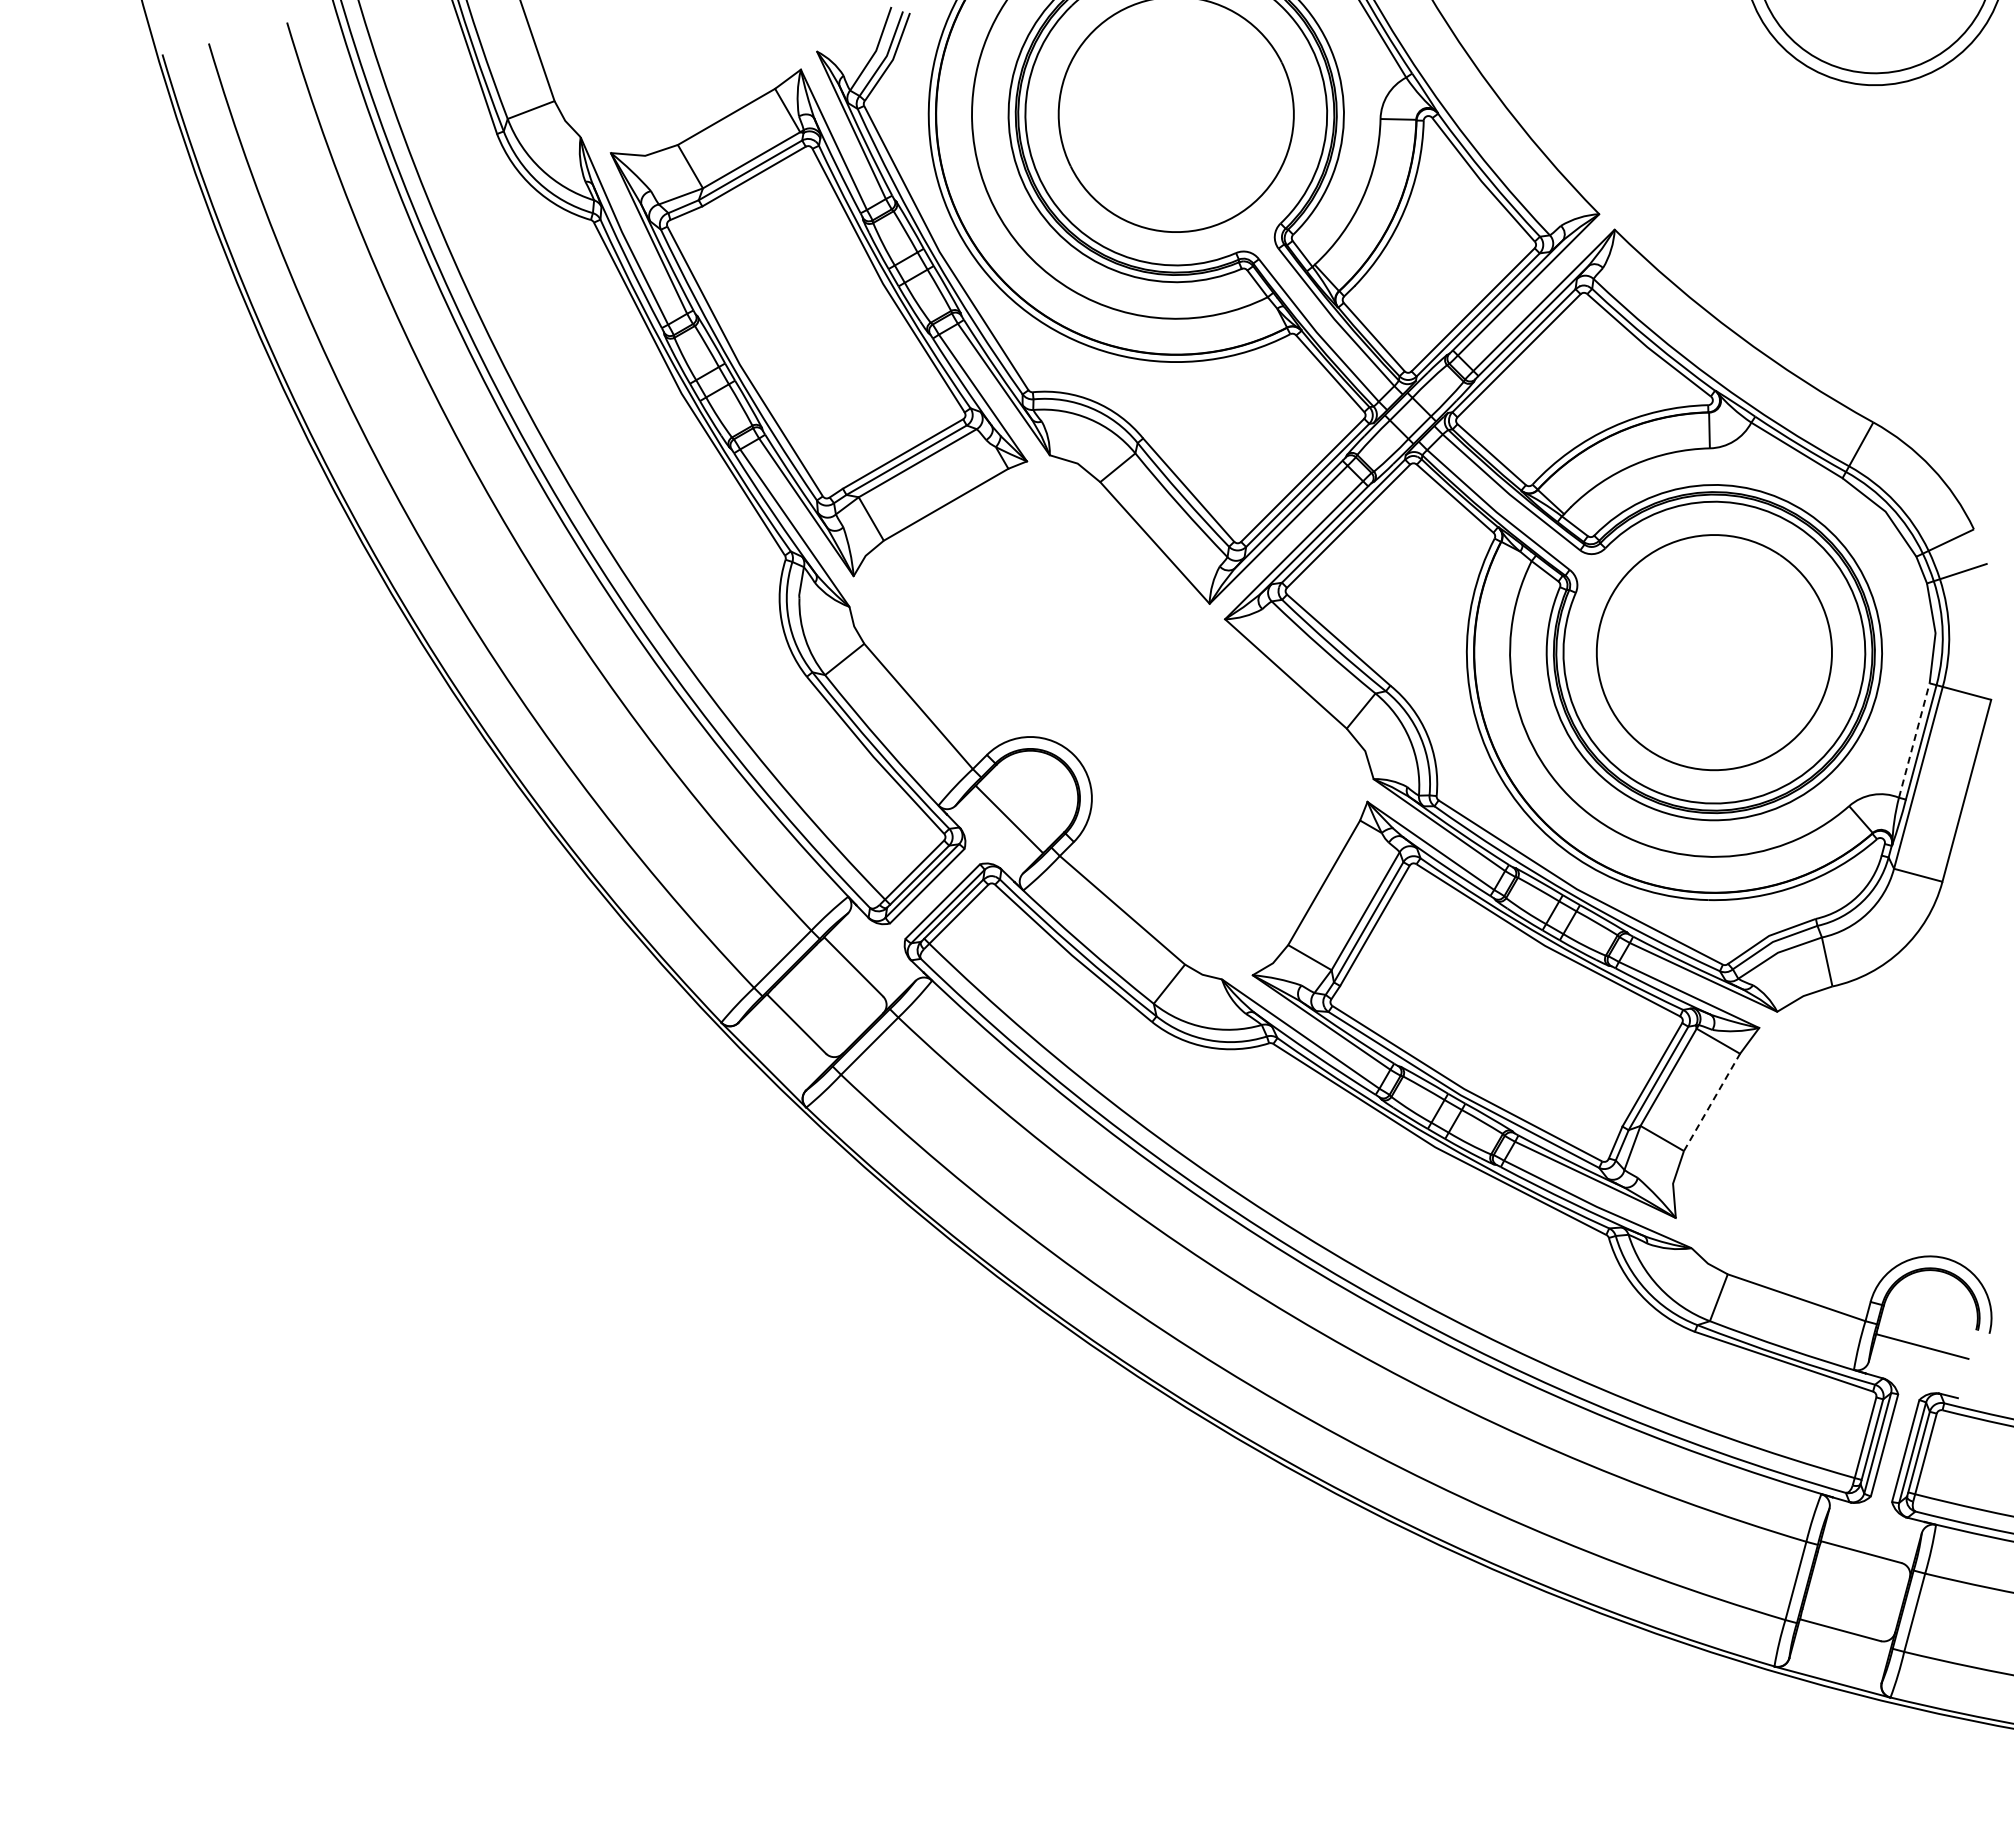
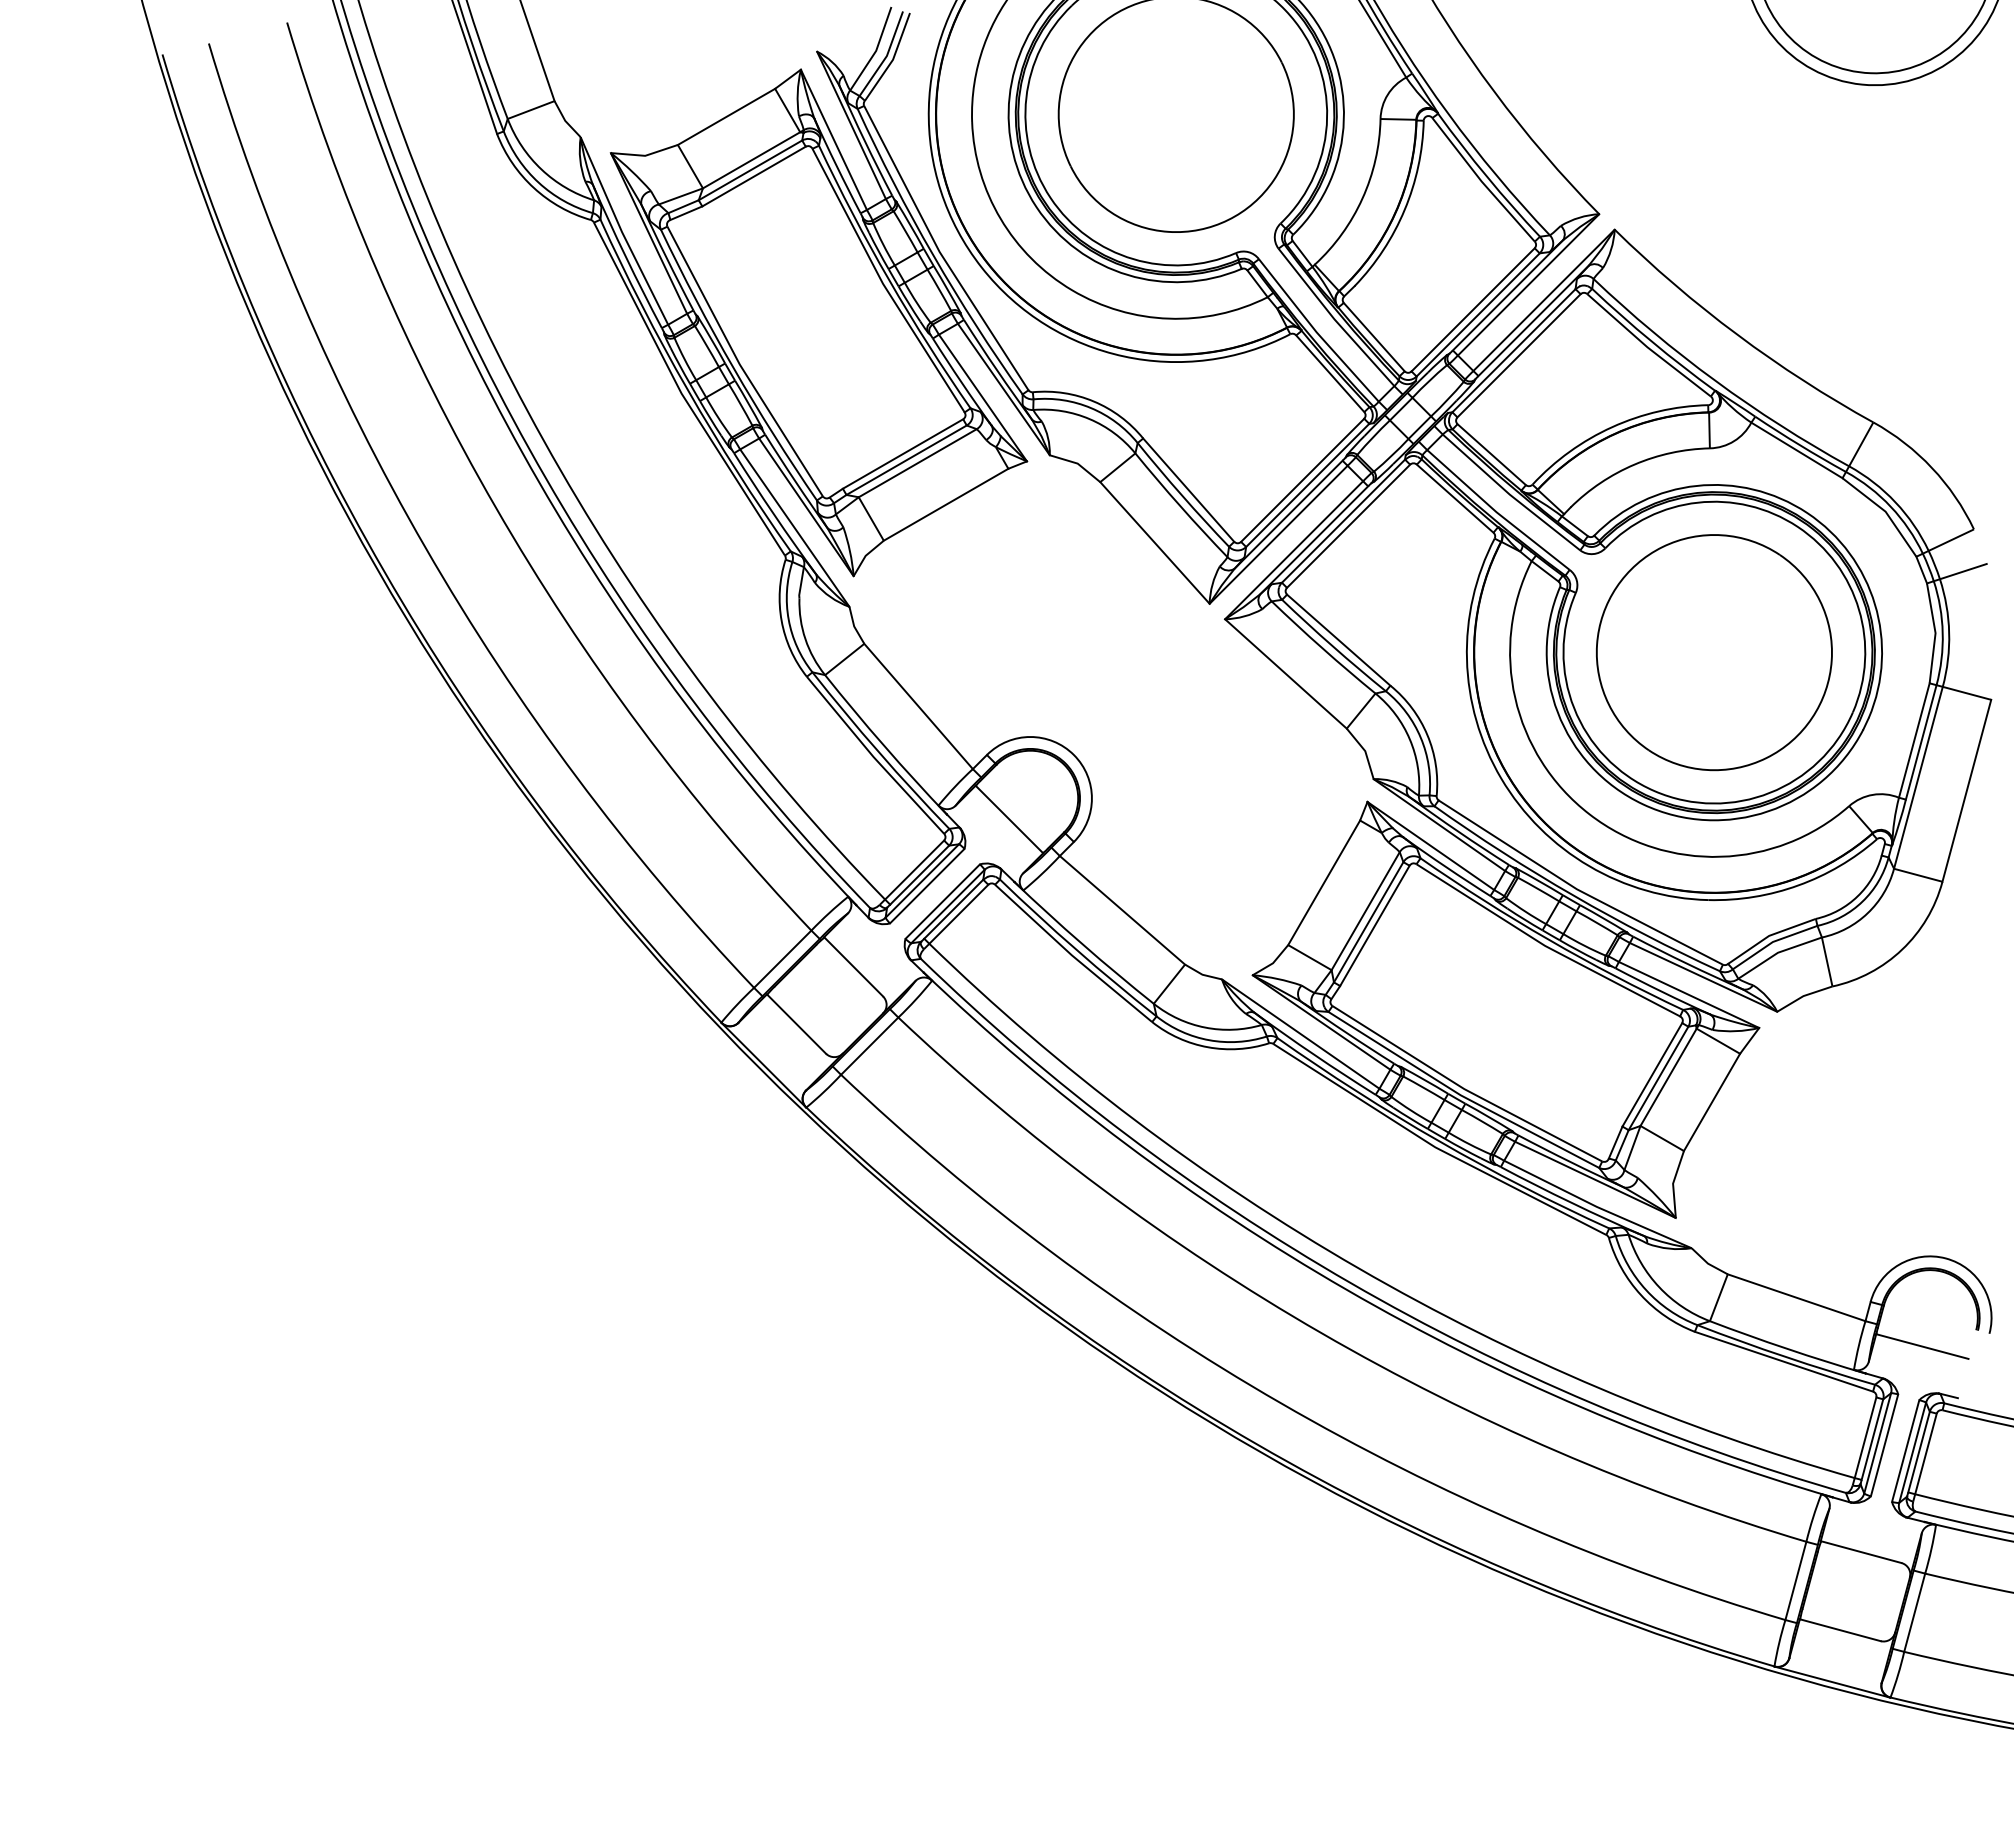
line at (1914, 740): dashed -> solid
line at (1712, 1101): dashed -> solid
